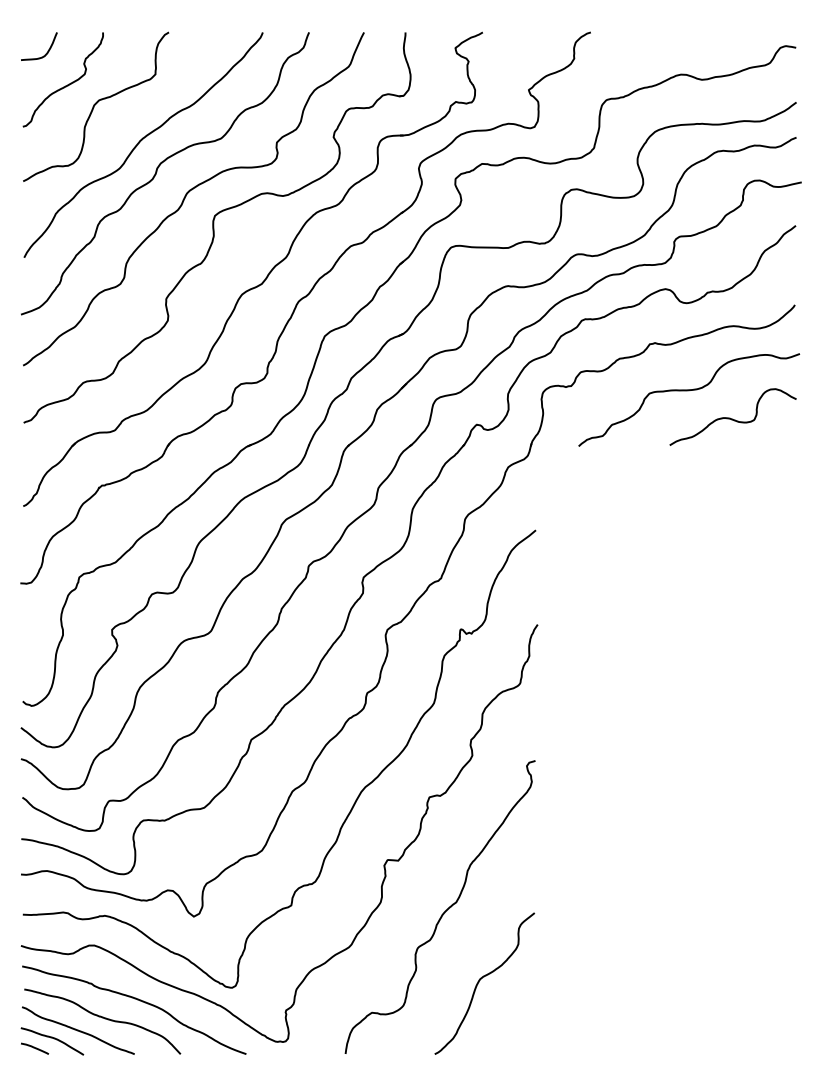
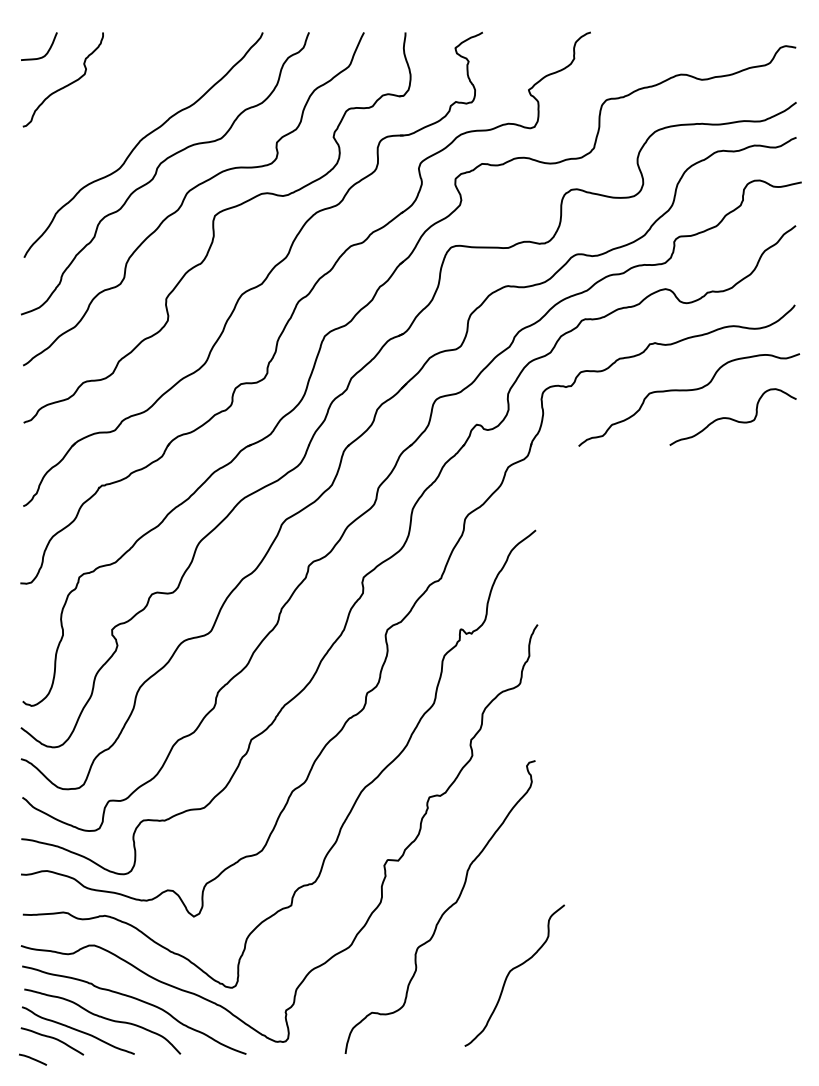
curve at (95, 105): present -> none
curve at (481, 979) position: (481, 979) -> (511, 971)
line at (35, 1048) position: (35, 1048) -> (33, 1059)
